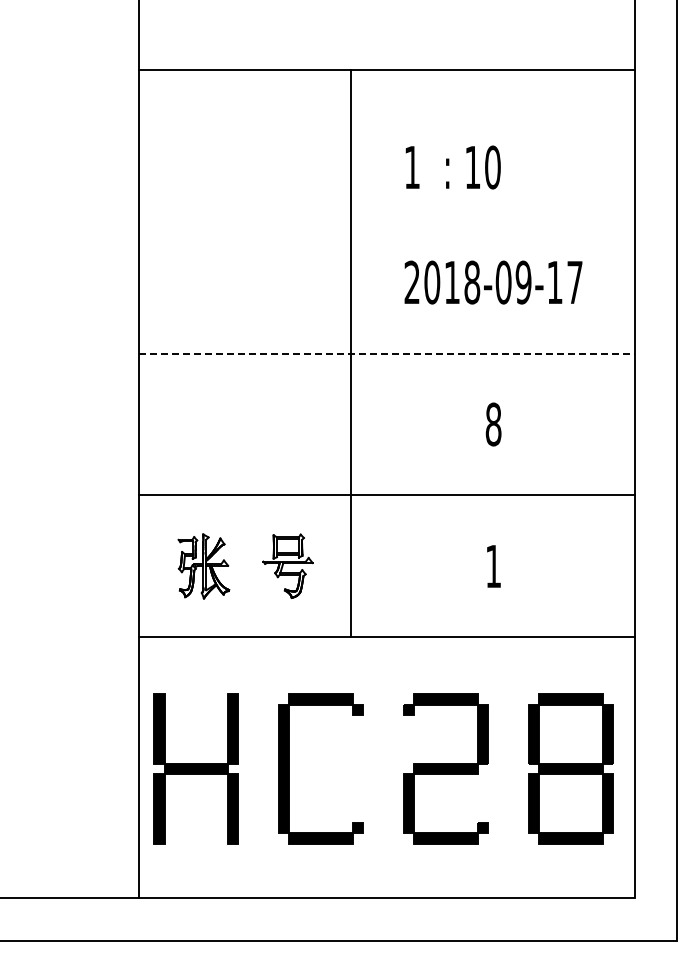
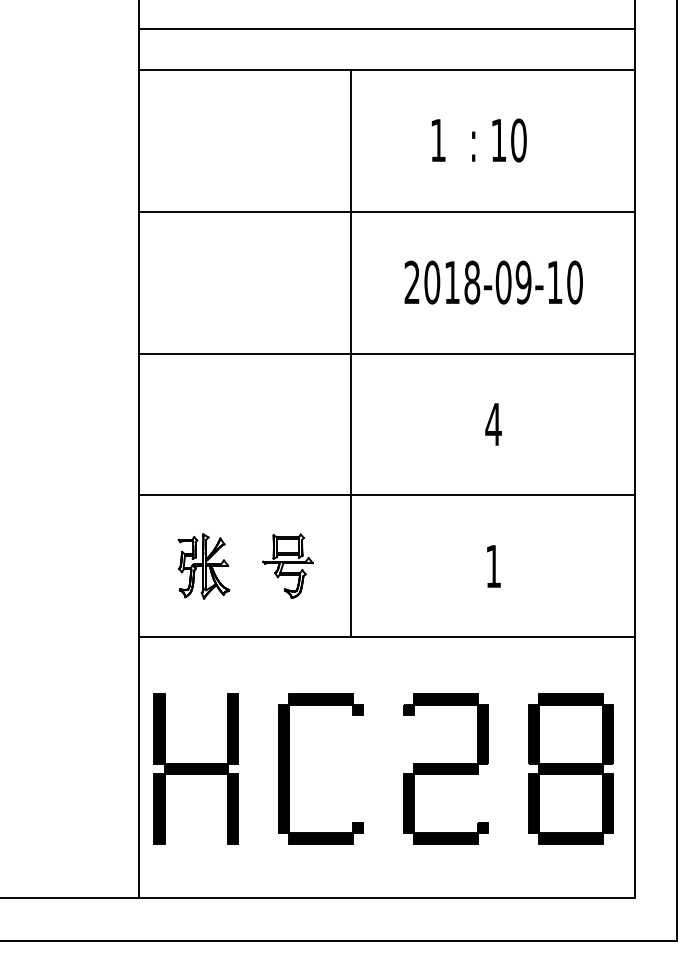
line at (386, 29): none -> present
text at (452, 167) position: (452, 167) -> (478, 140)
line at (386, 211): none -> present
text at (574, 282): 2018-09-17 -> 2018-09-10
line at (386, 353): dashed -> solid
text at (493, 424): 8 -> 4
